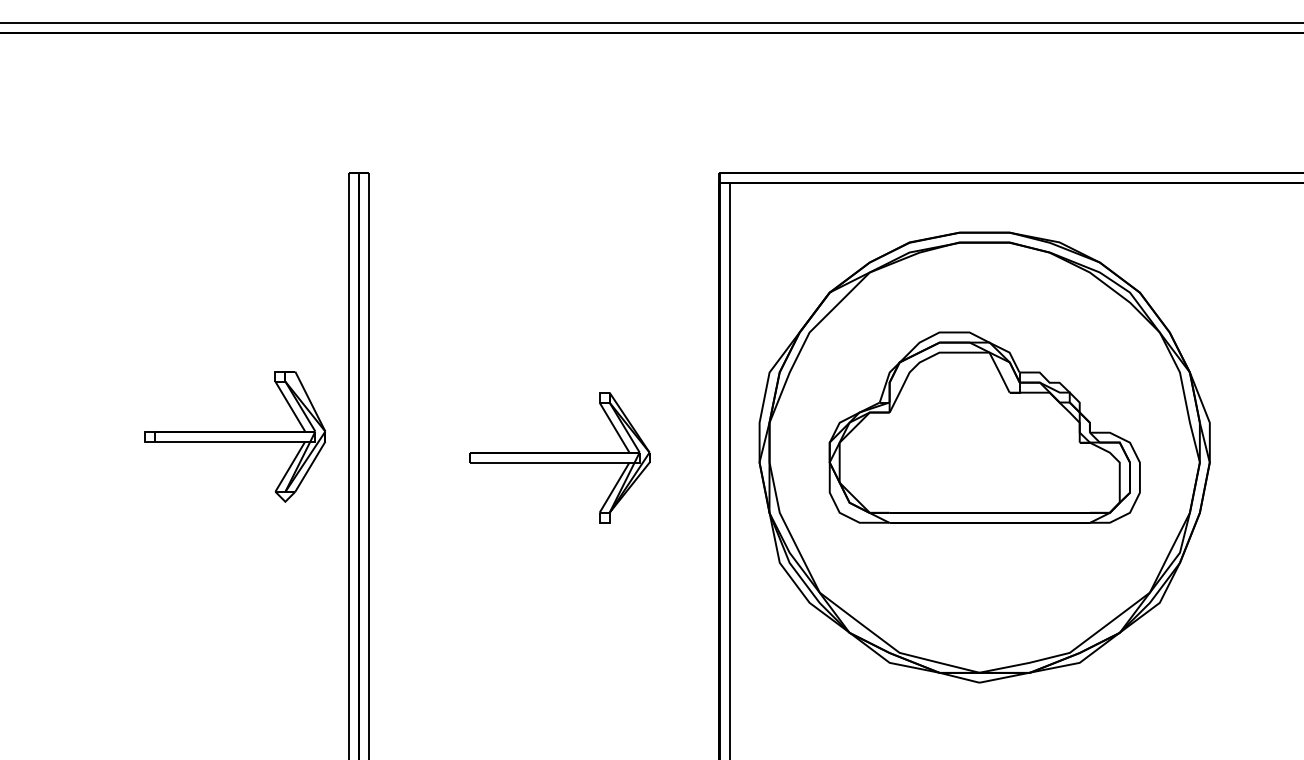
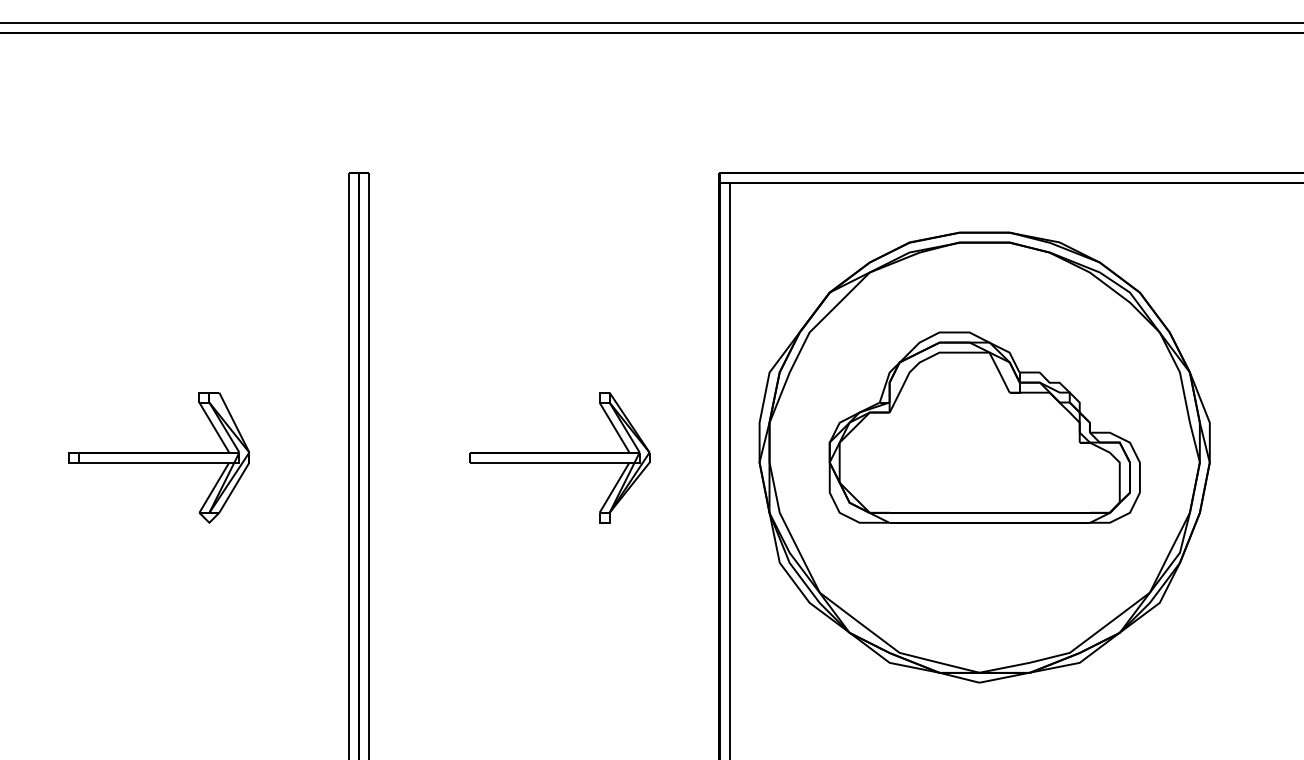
part at (234, 436) position: (234, 436) -> (158, 457)
